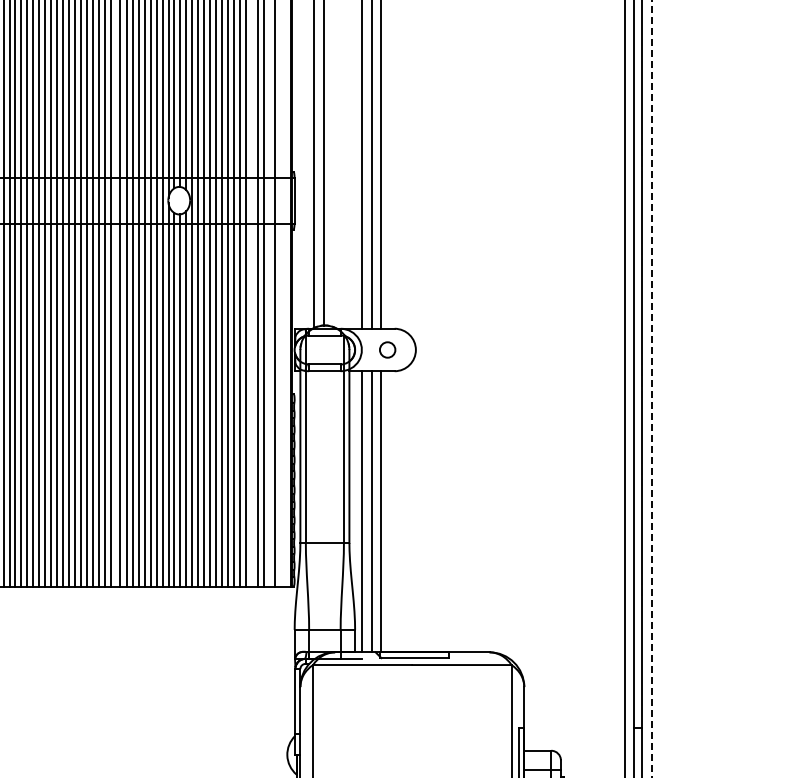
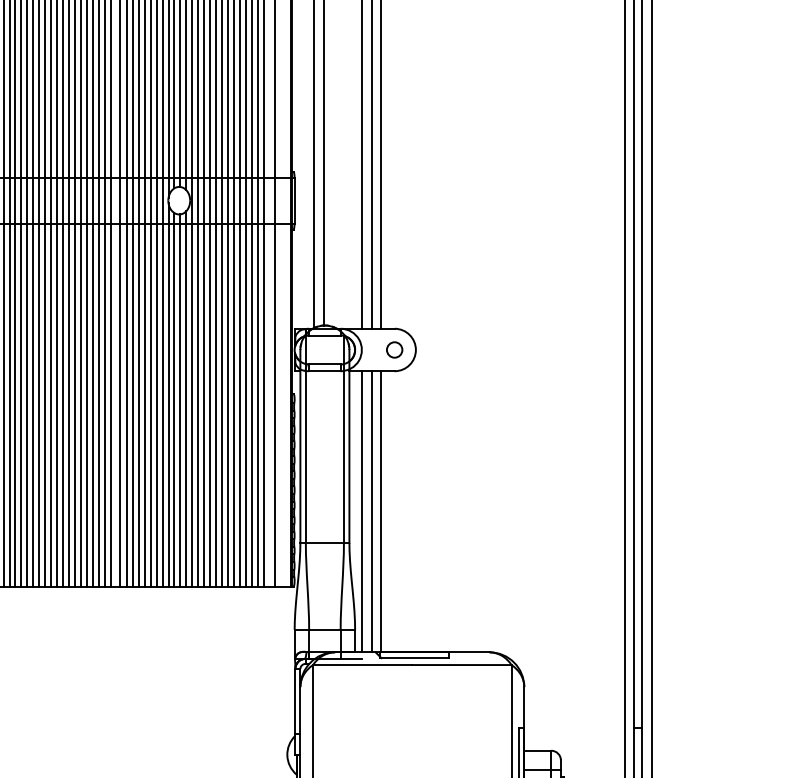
line at (252, 294): none -> present
circle at (387, 349) position: (387, 349) -> (394, 349)
line at (651, 388): dashed -> solid
